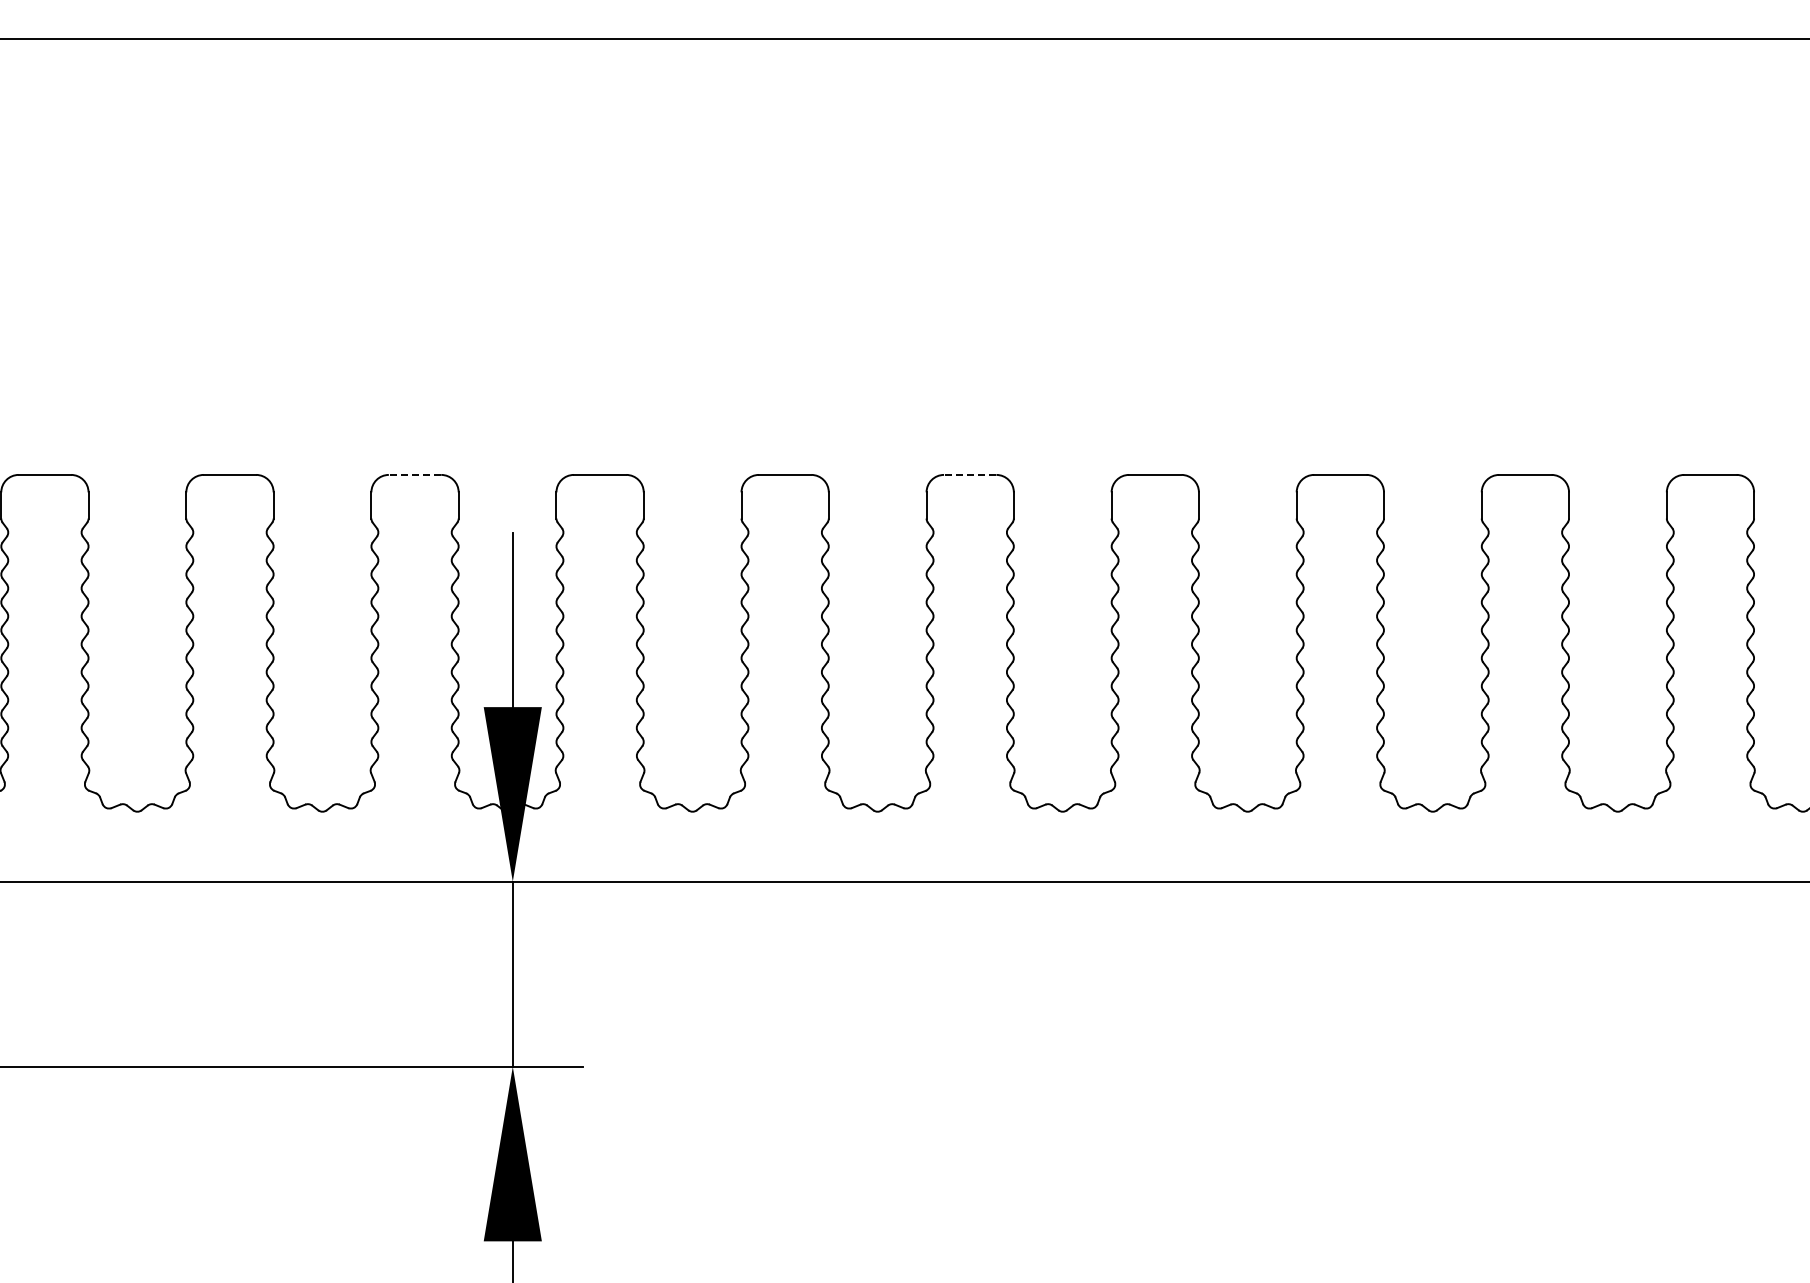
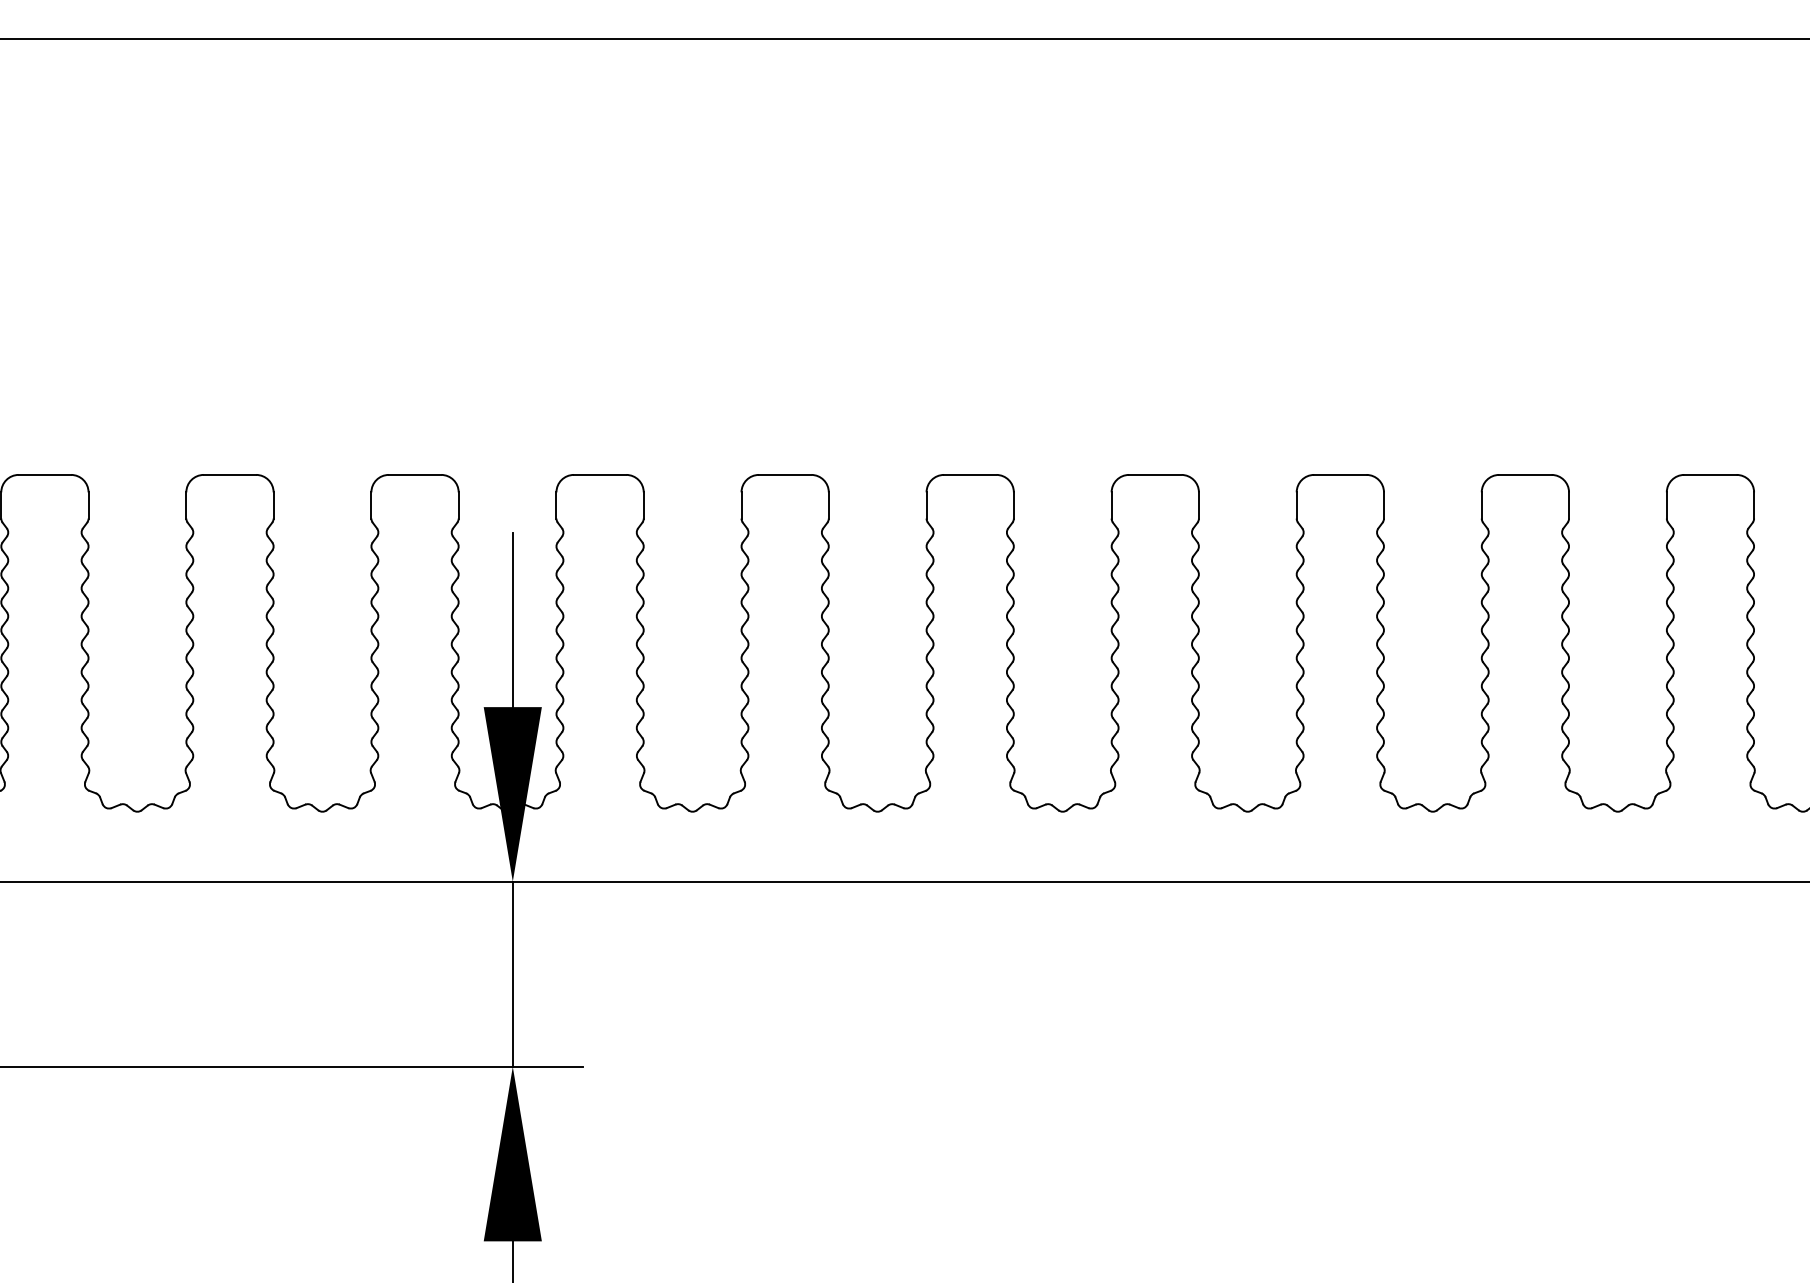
line at (414, 474): dashed -> solid
line at (969, 474): dashed -> solid
